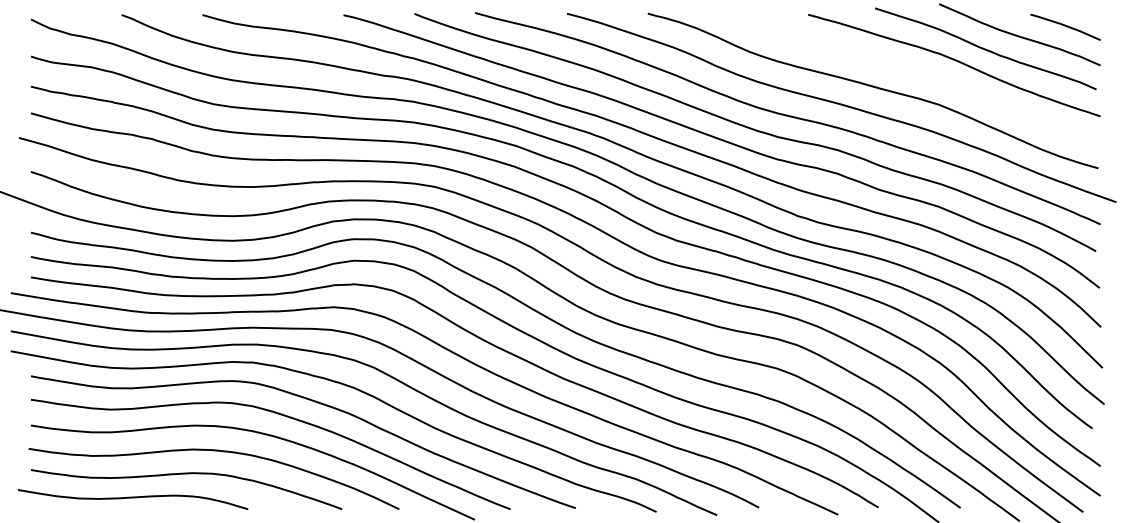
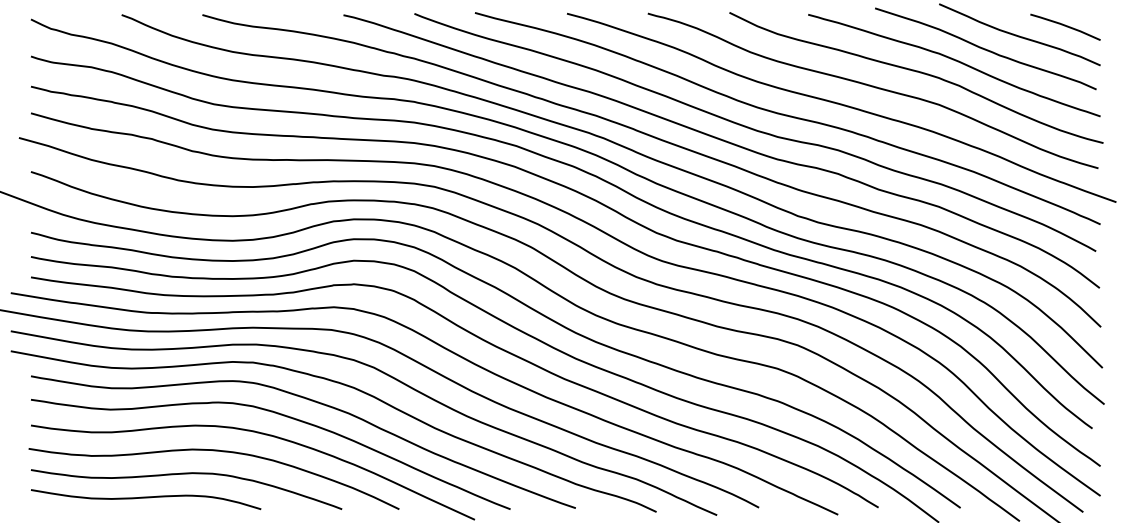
curve at (916, 72): none -> present
curve at (133, 498) position: (133, 498) -> (146, 498)
